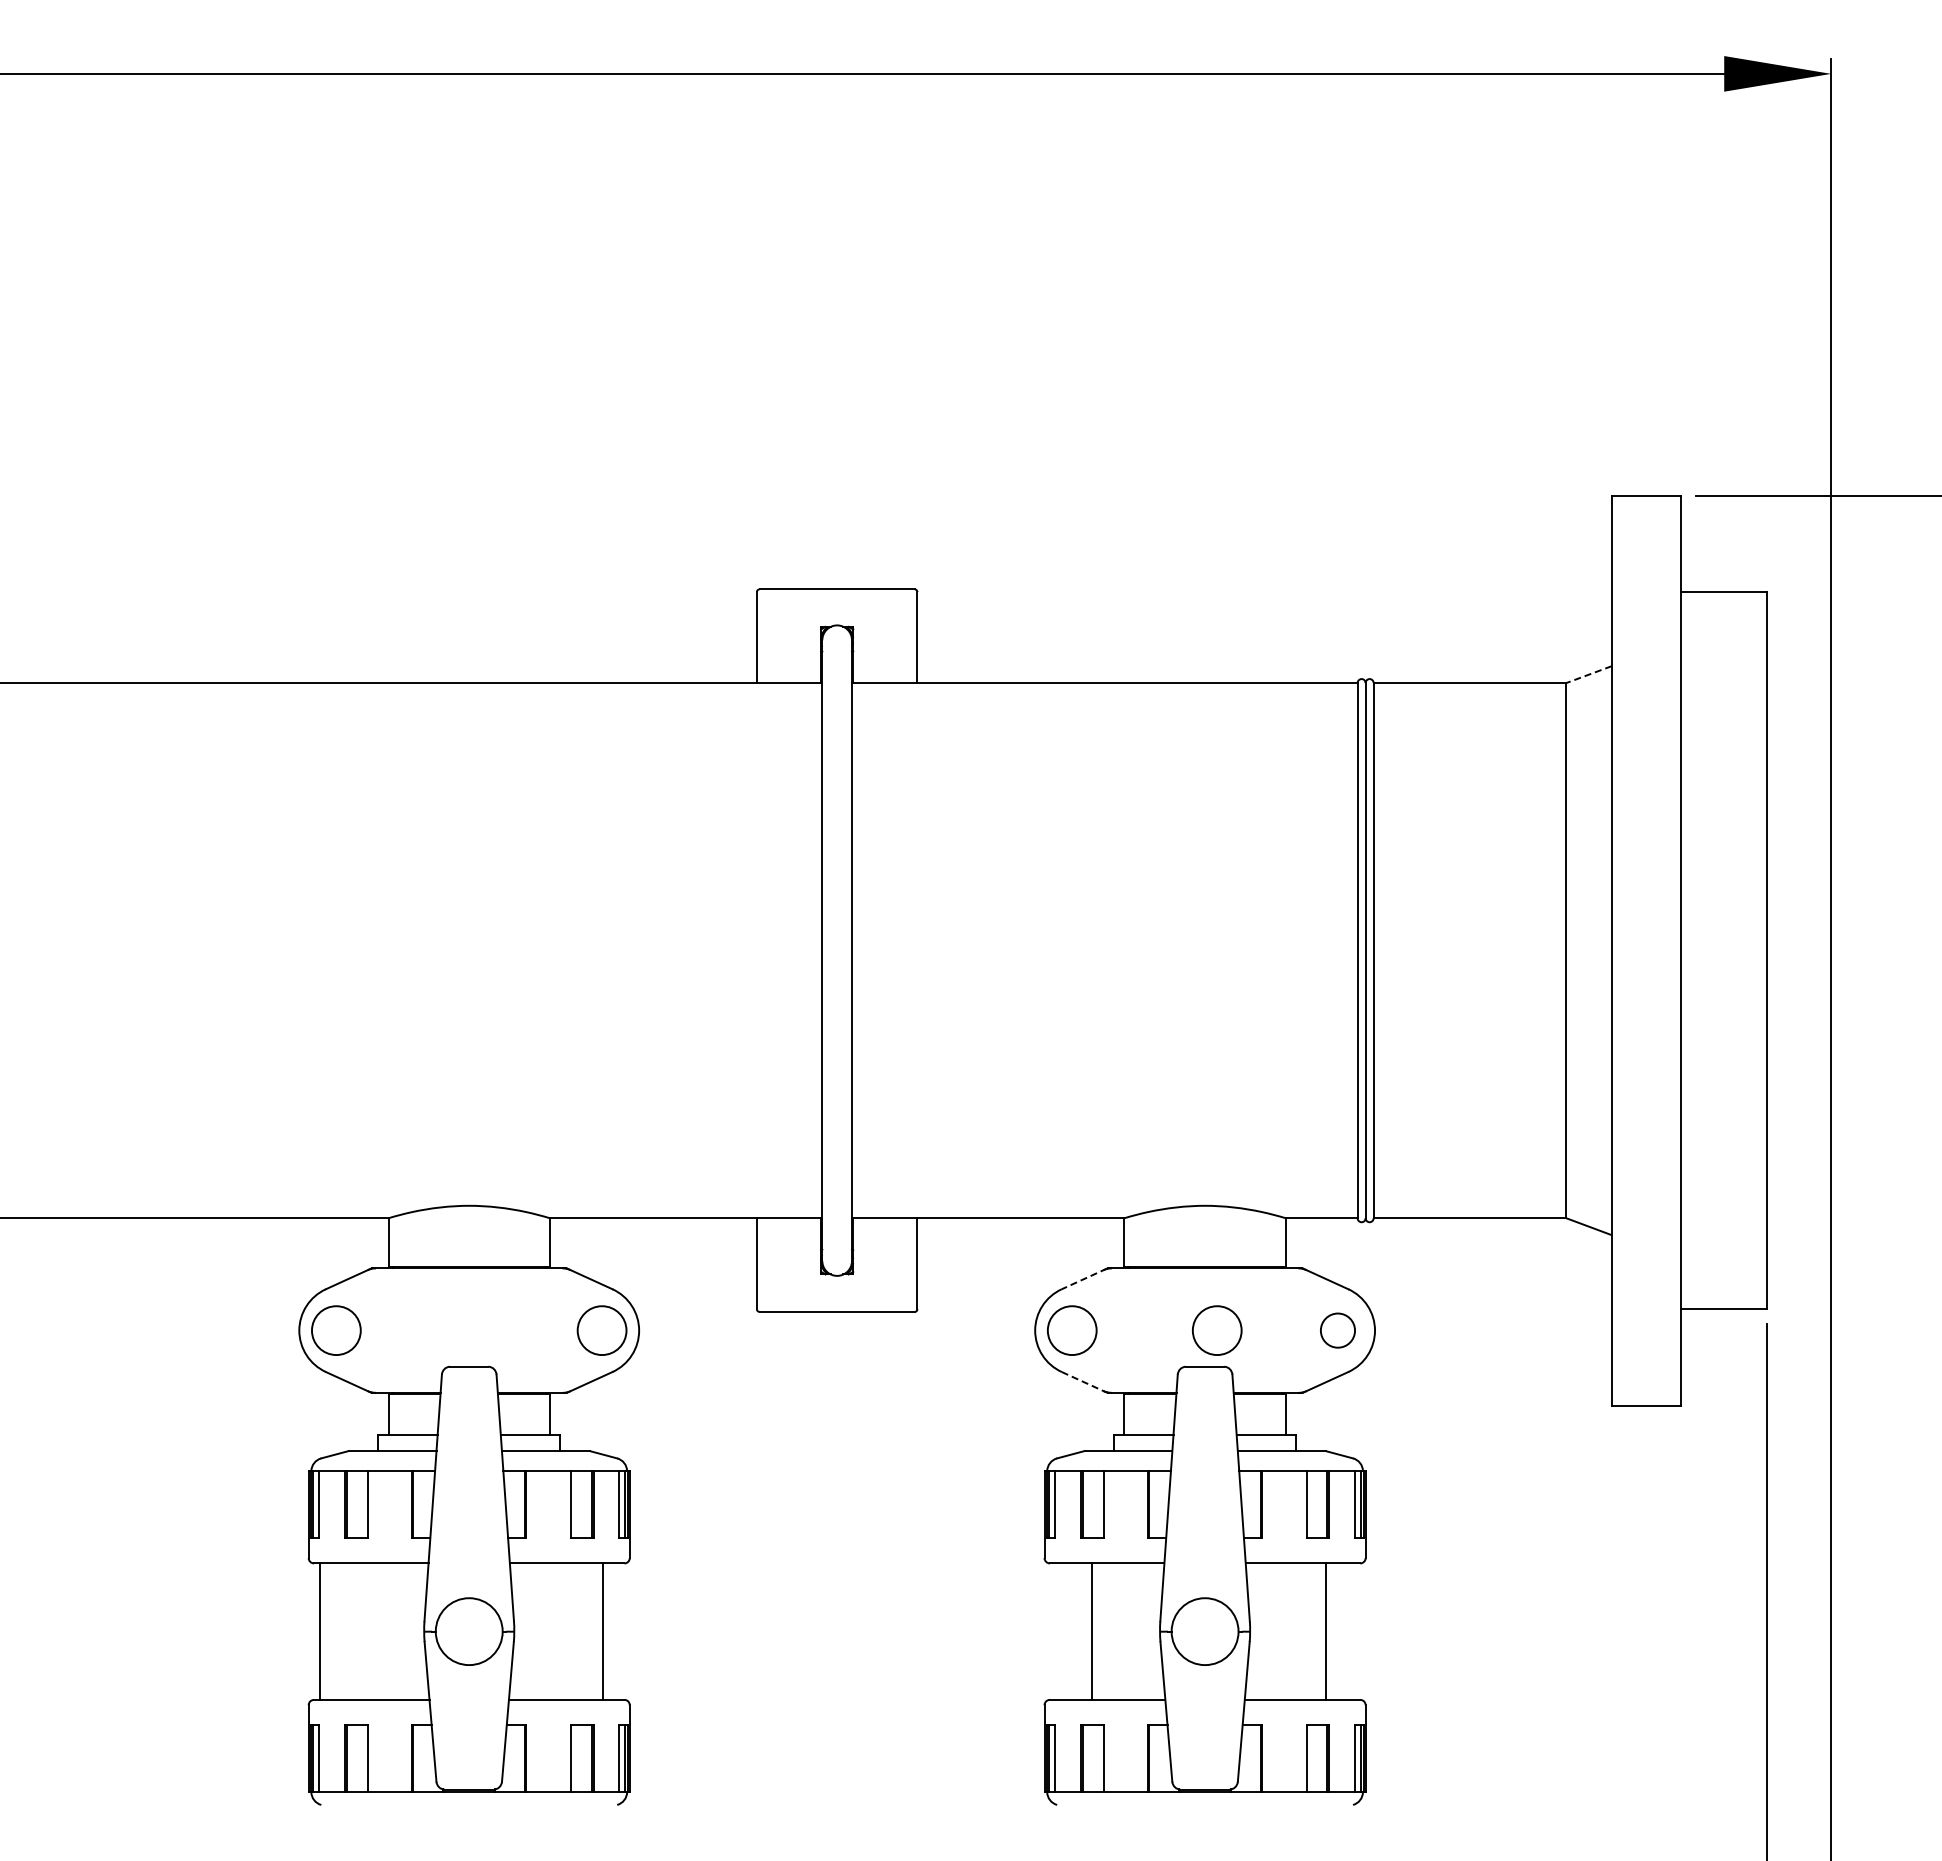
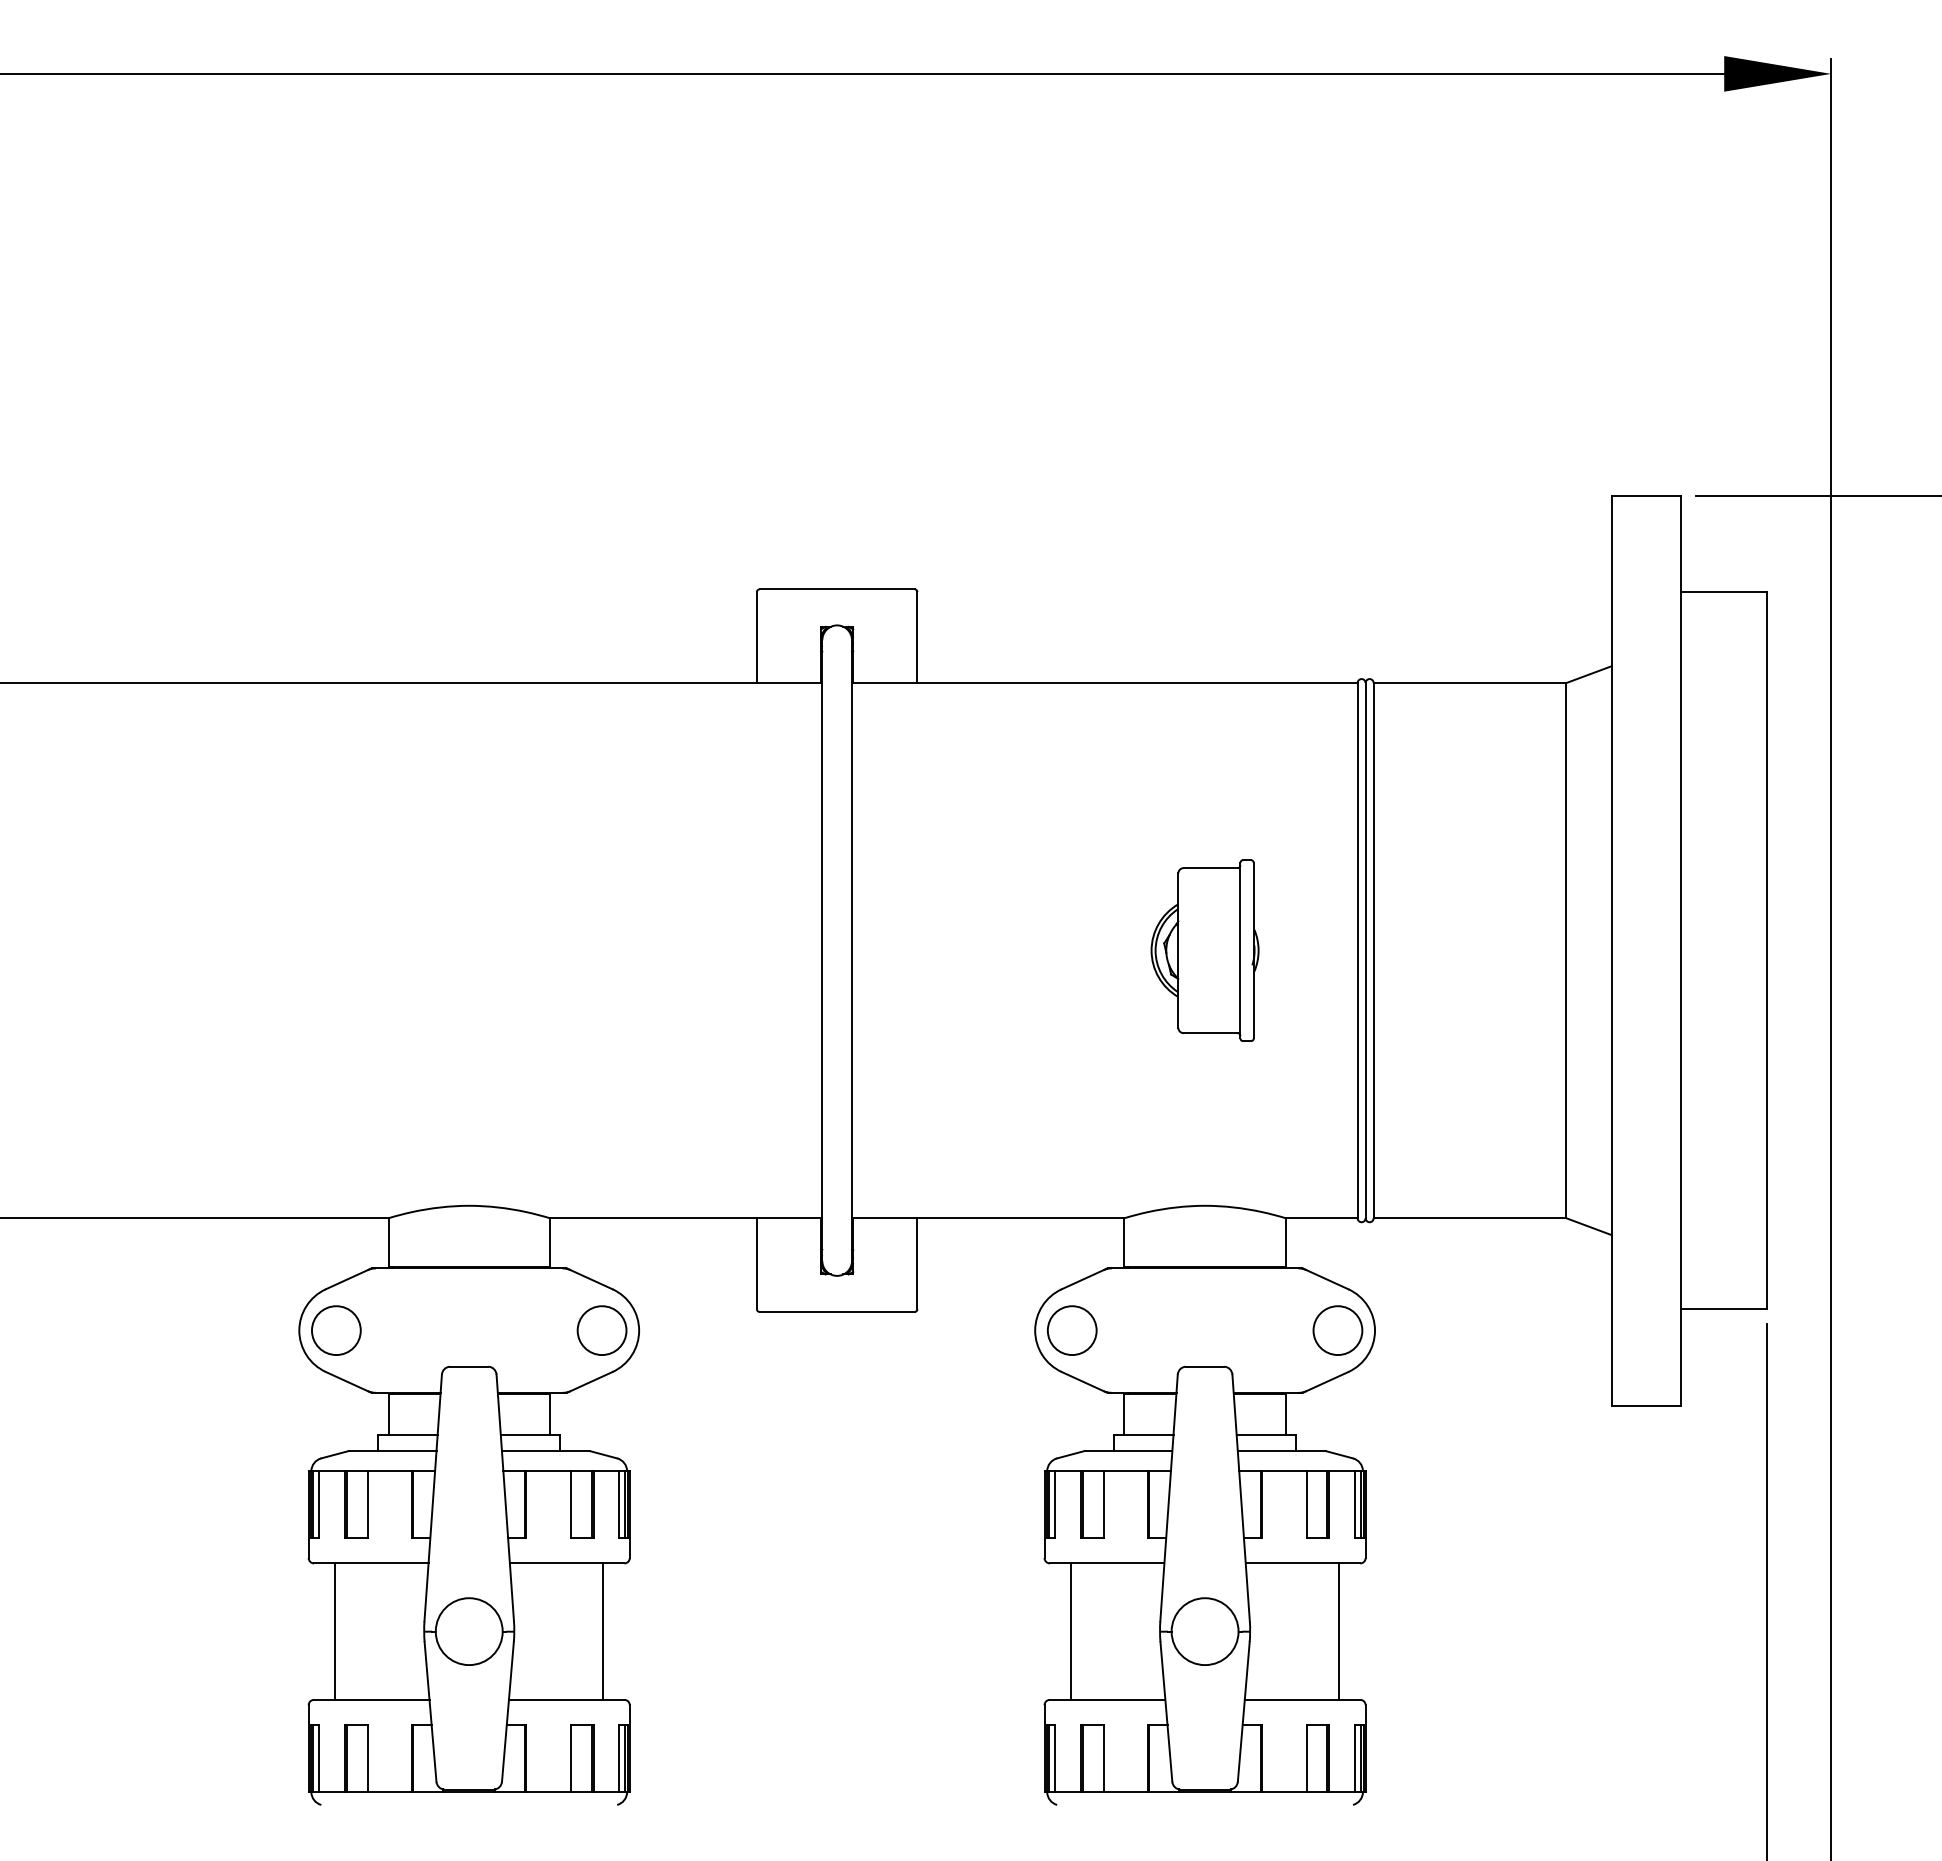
line at (1588, 674): dashed -> solid
part at (1204, 950): none -> present
line at (1084, 1278): dashed -> solid
circle at (1217, 1330): present -> none
circle at (1337, 1330) diameter: 34 px -> 49 px
line at (1084, 1382): dashed -> solid
line at (320, 1631) position: (320, 1631) -> (335, 1631)
line at (1092, 1631) position: (1092, 1631) -> (1071, 1631)
line at (1325, 1631) position: (1325, 1631) -> (1338, 1631)
